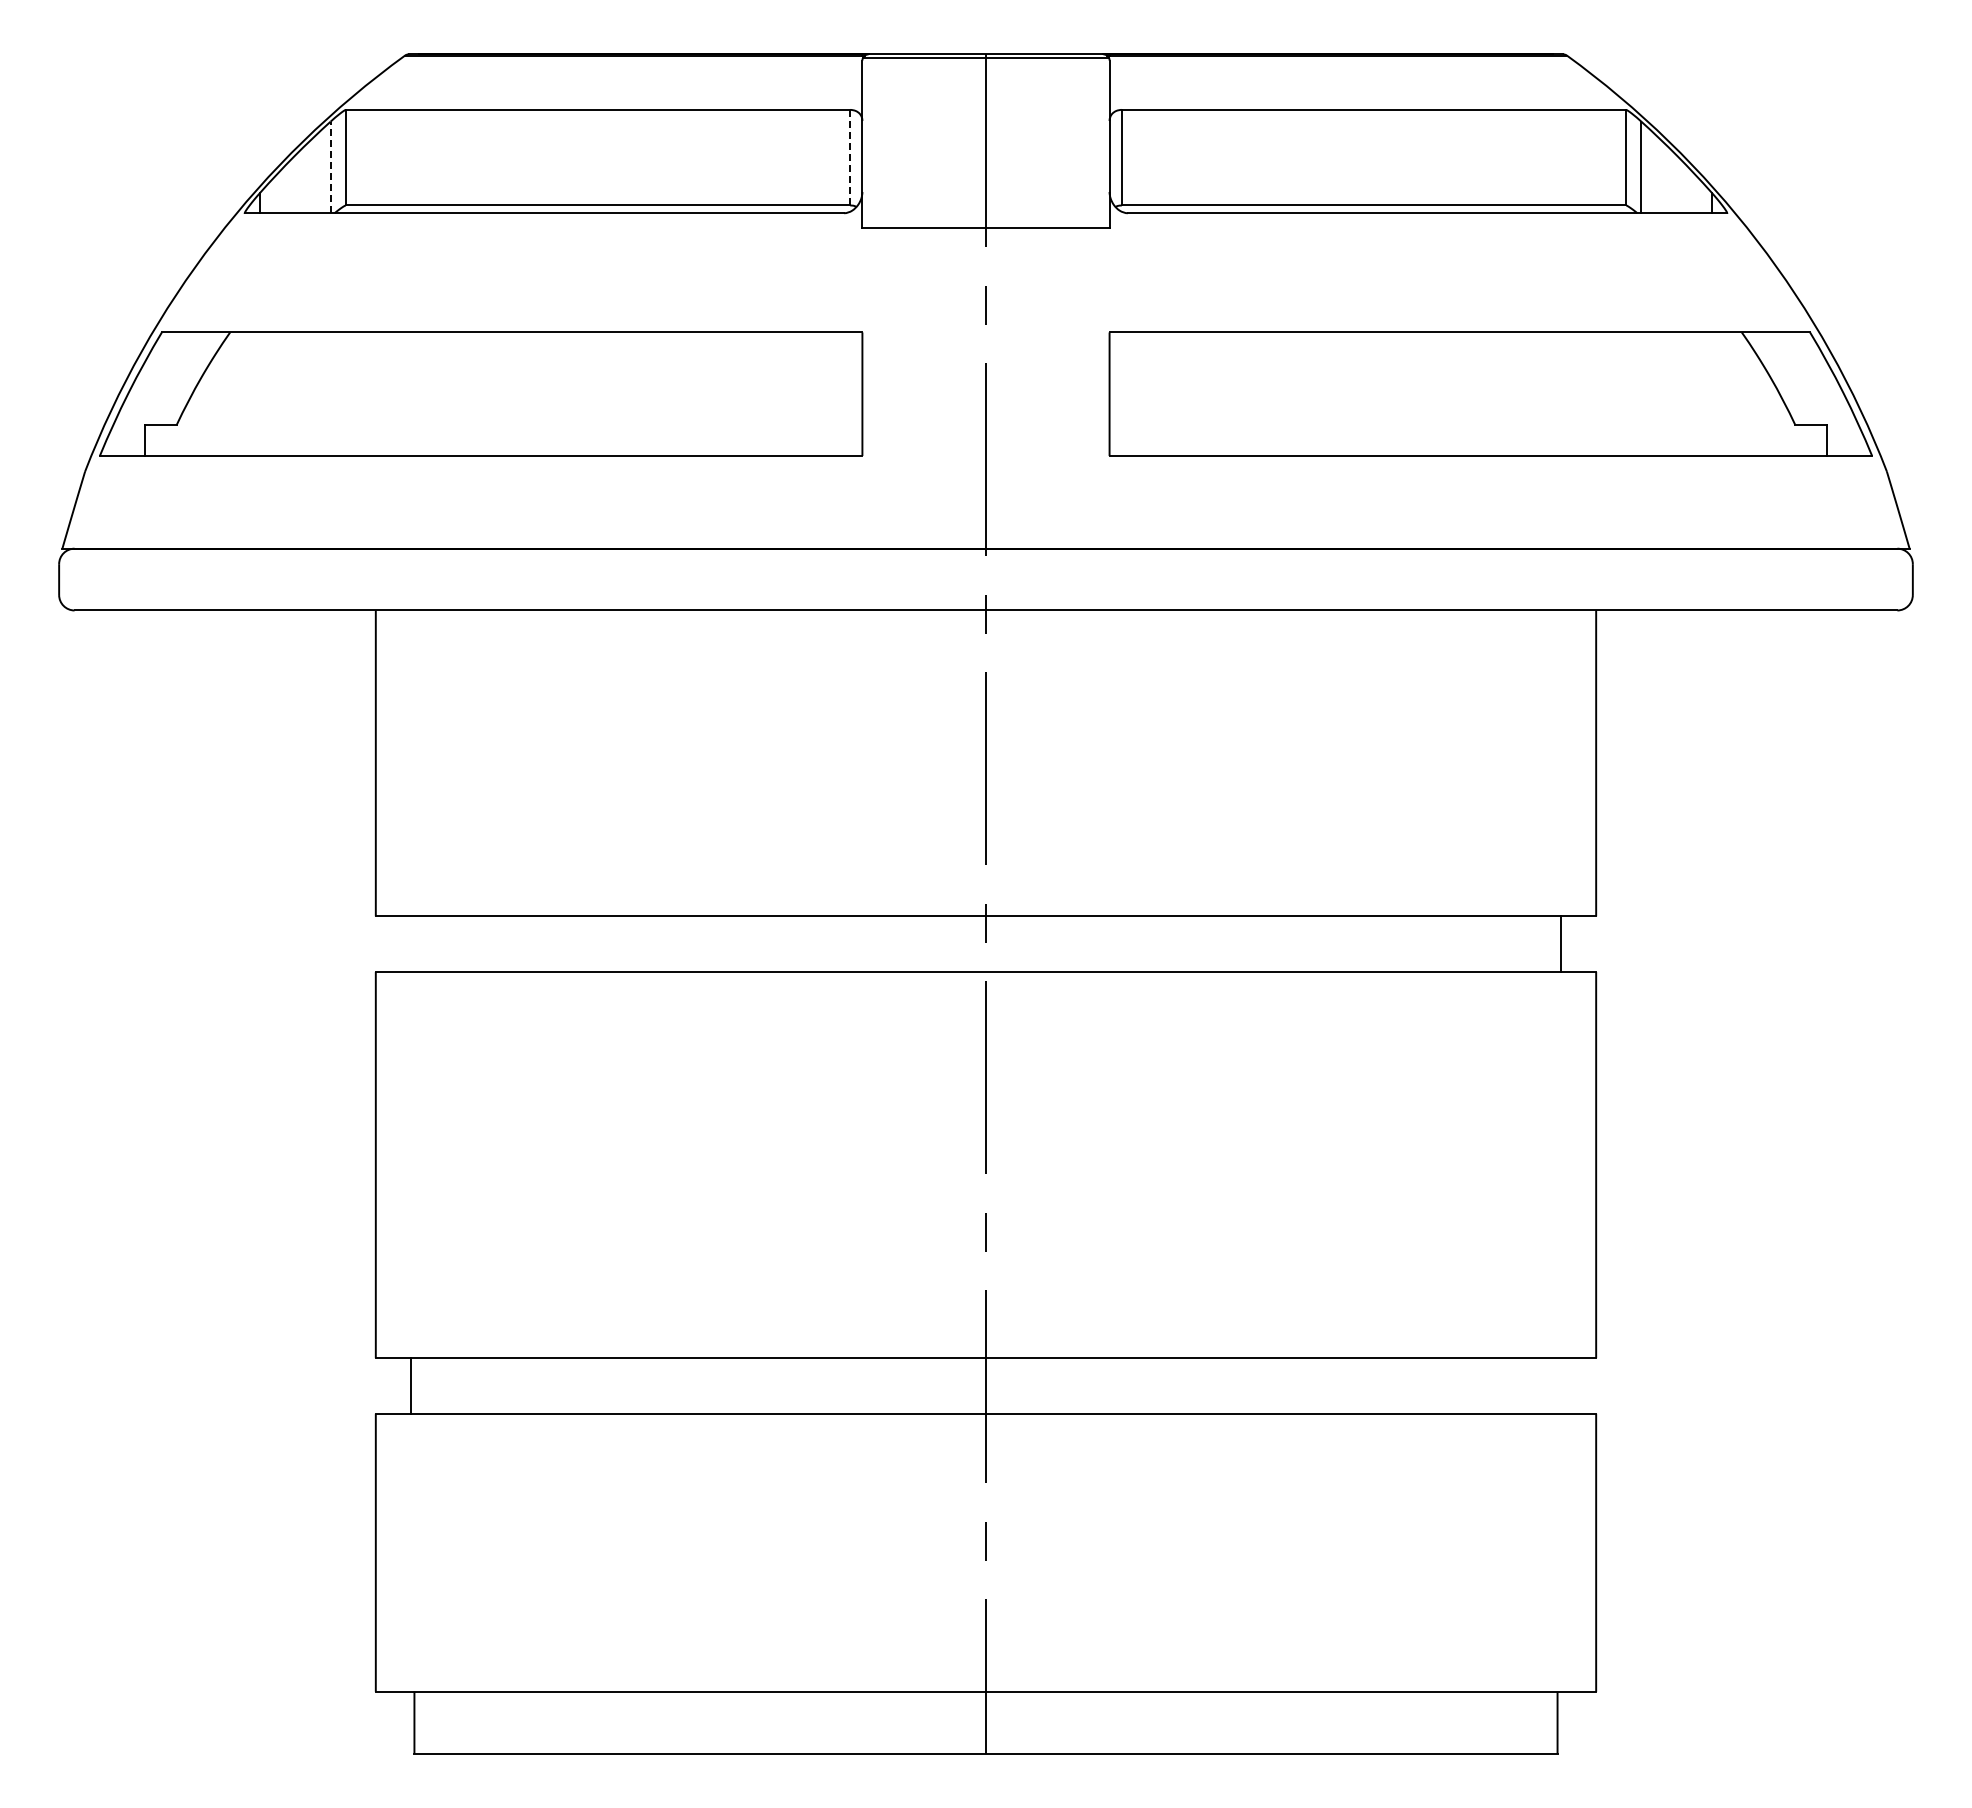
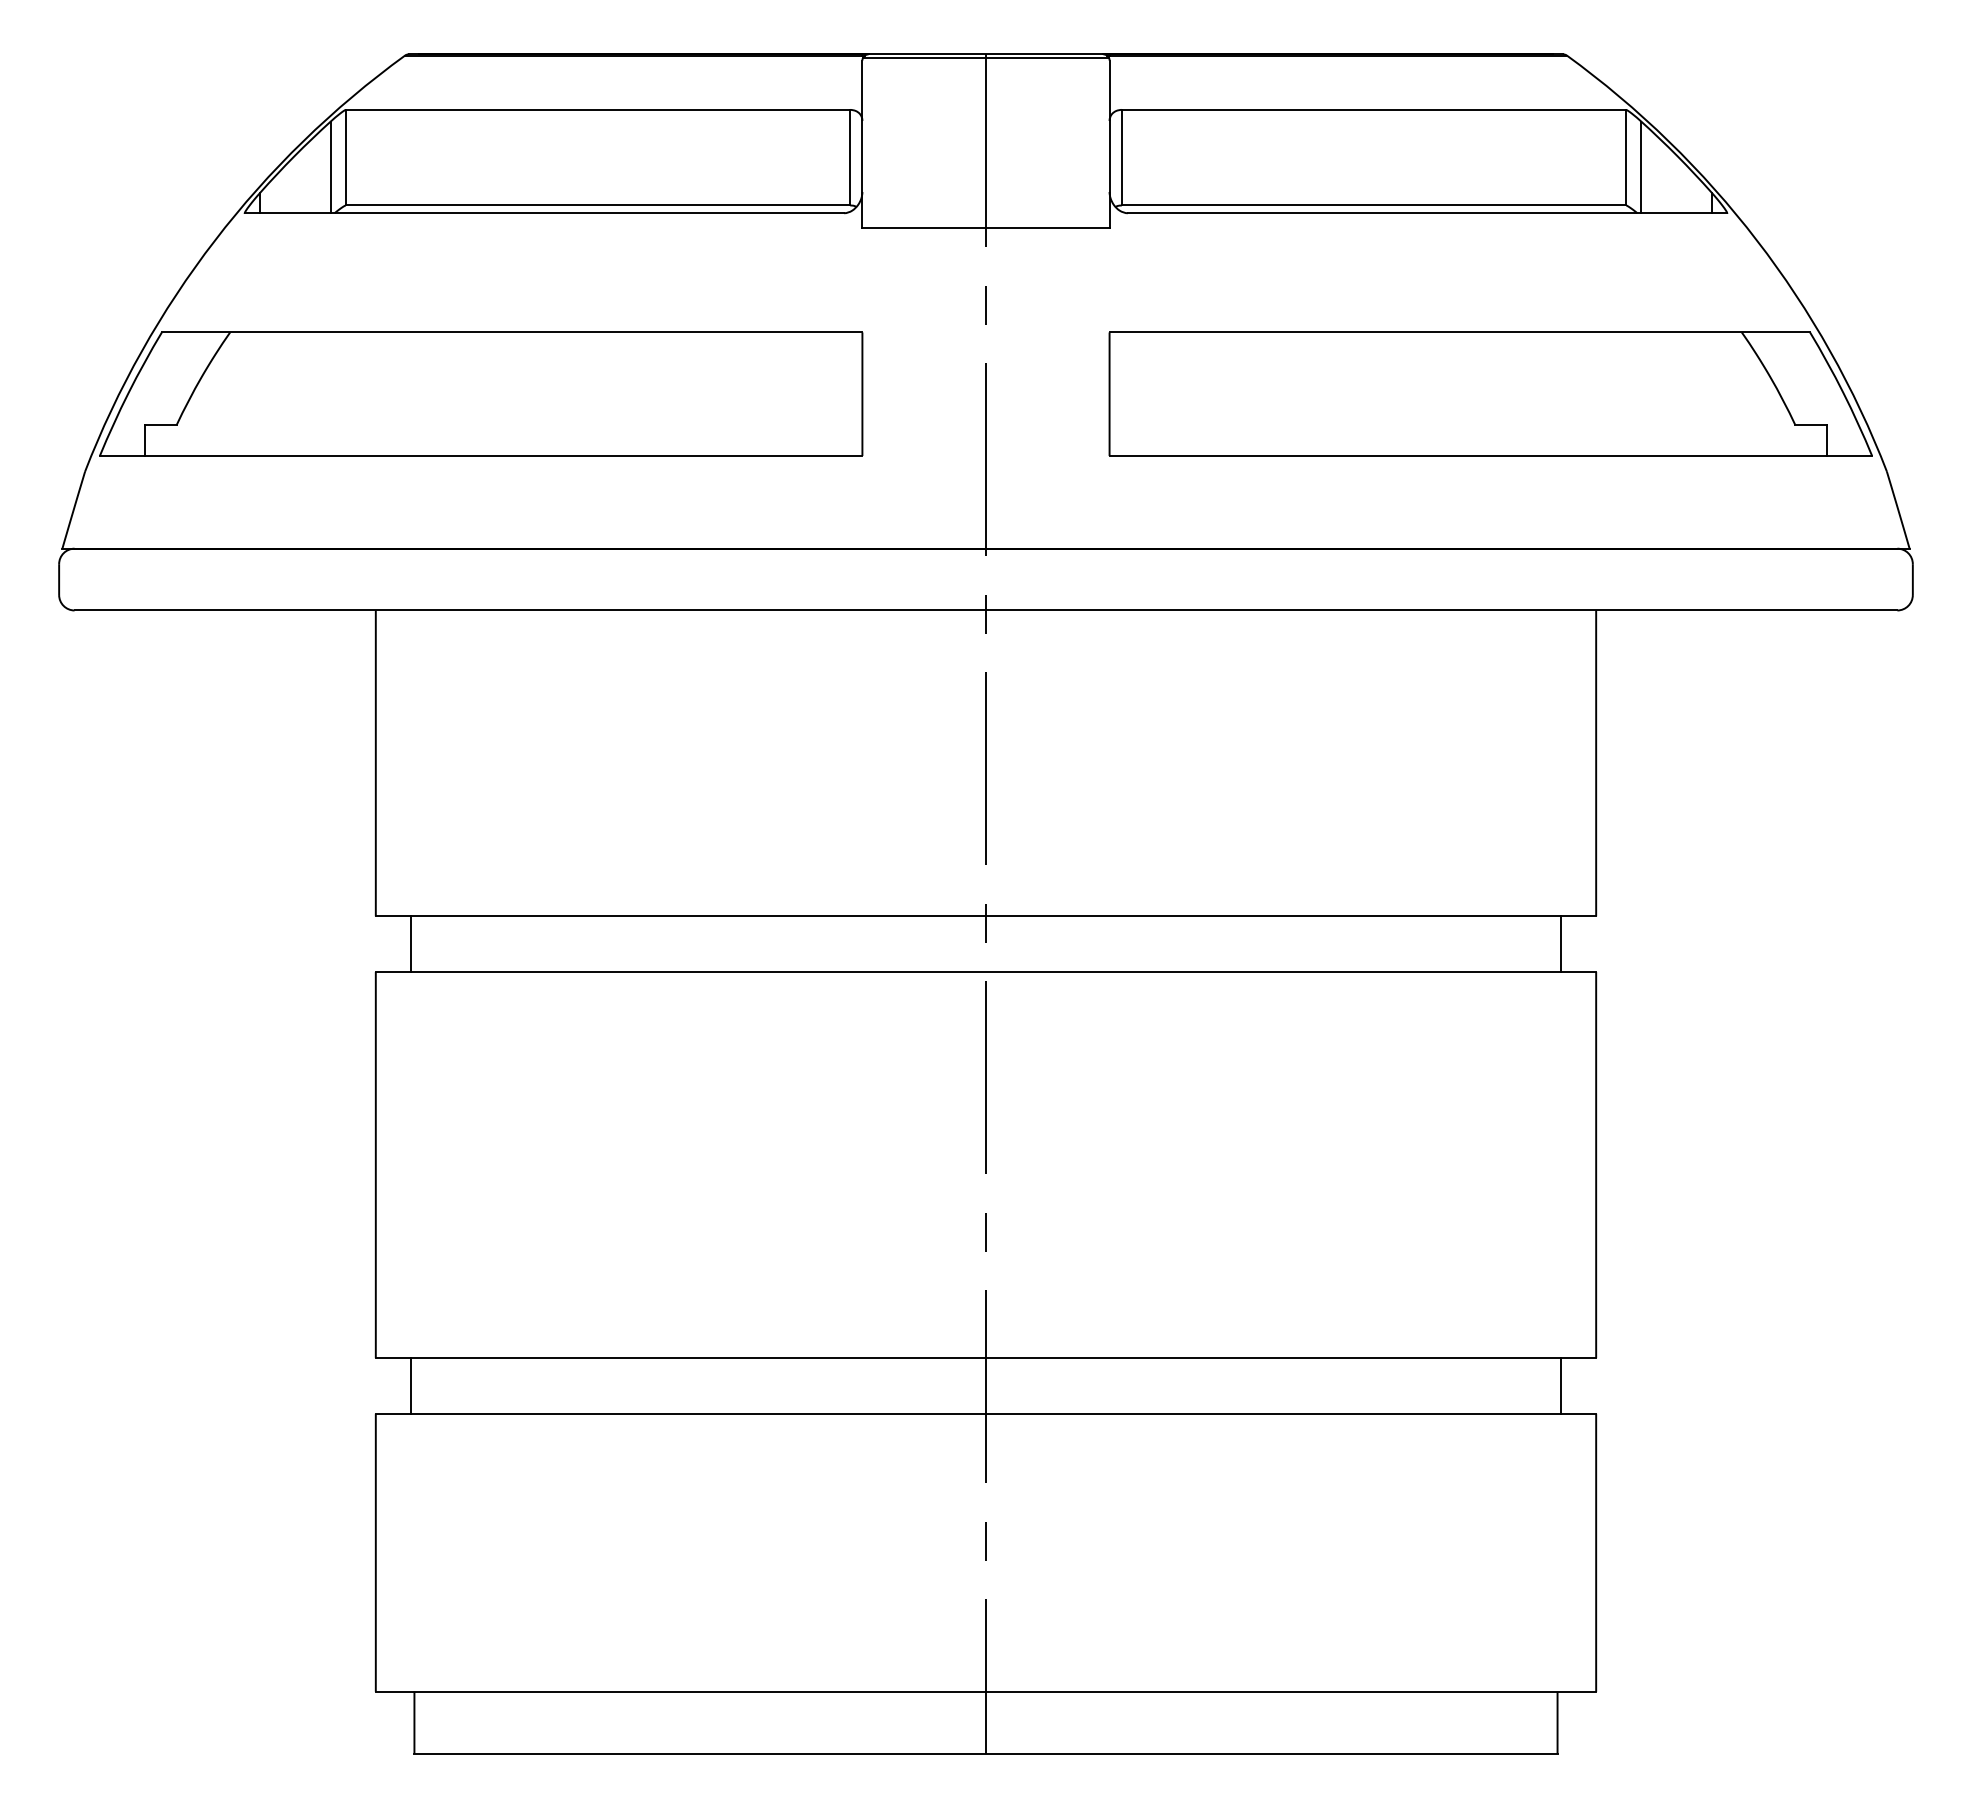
line at (850, 157): dashed -> solid
line at (330, 167): dashed -> solid
line at (411, 943): none -> present
line at (1560, 1385): none -> present
